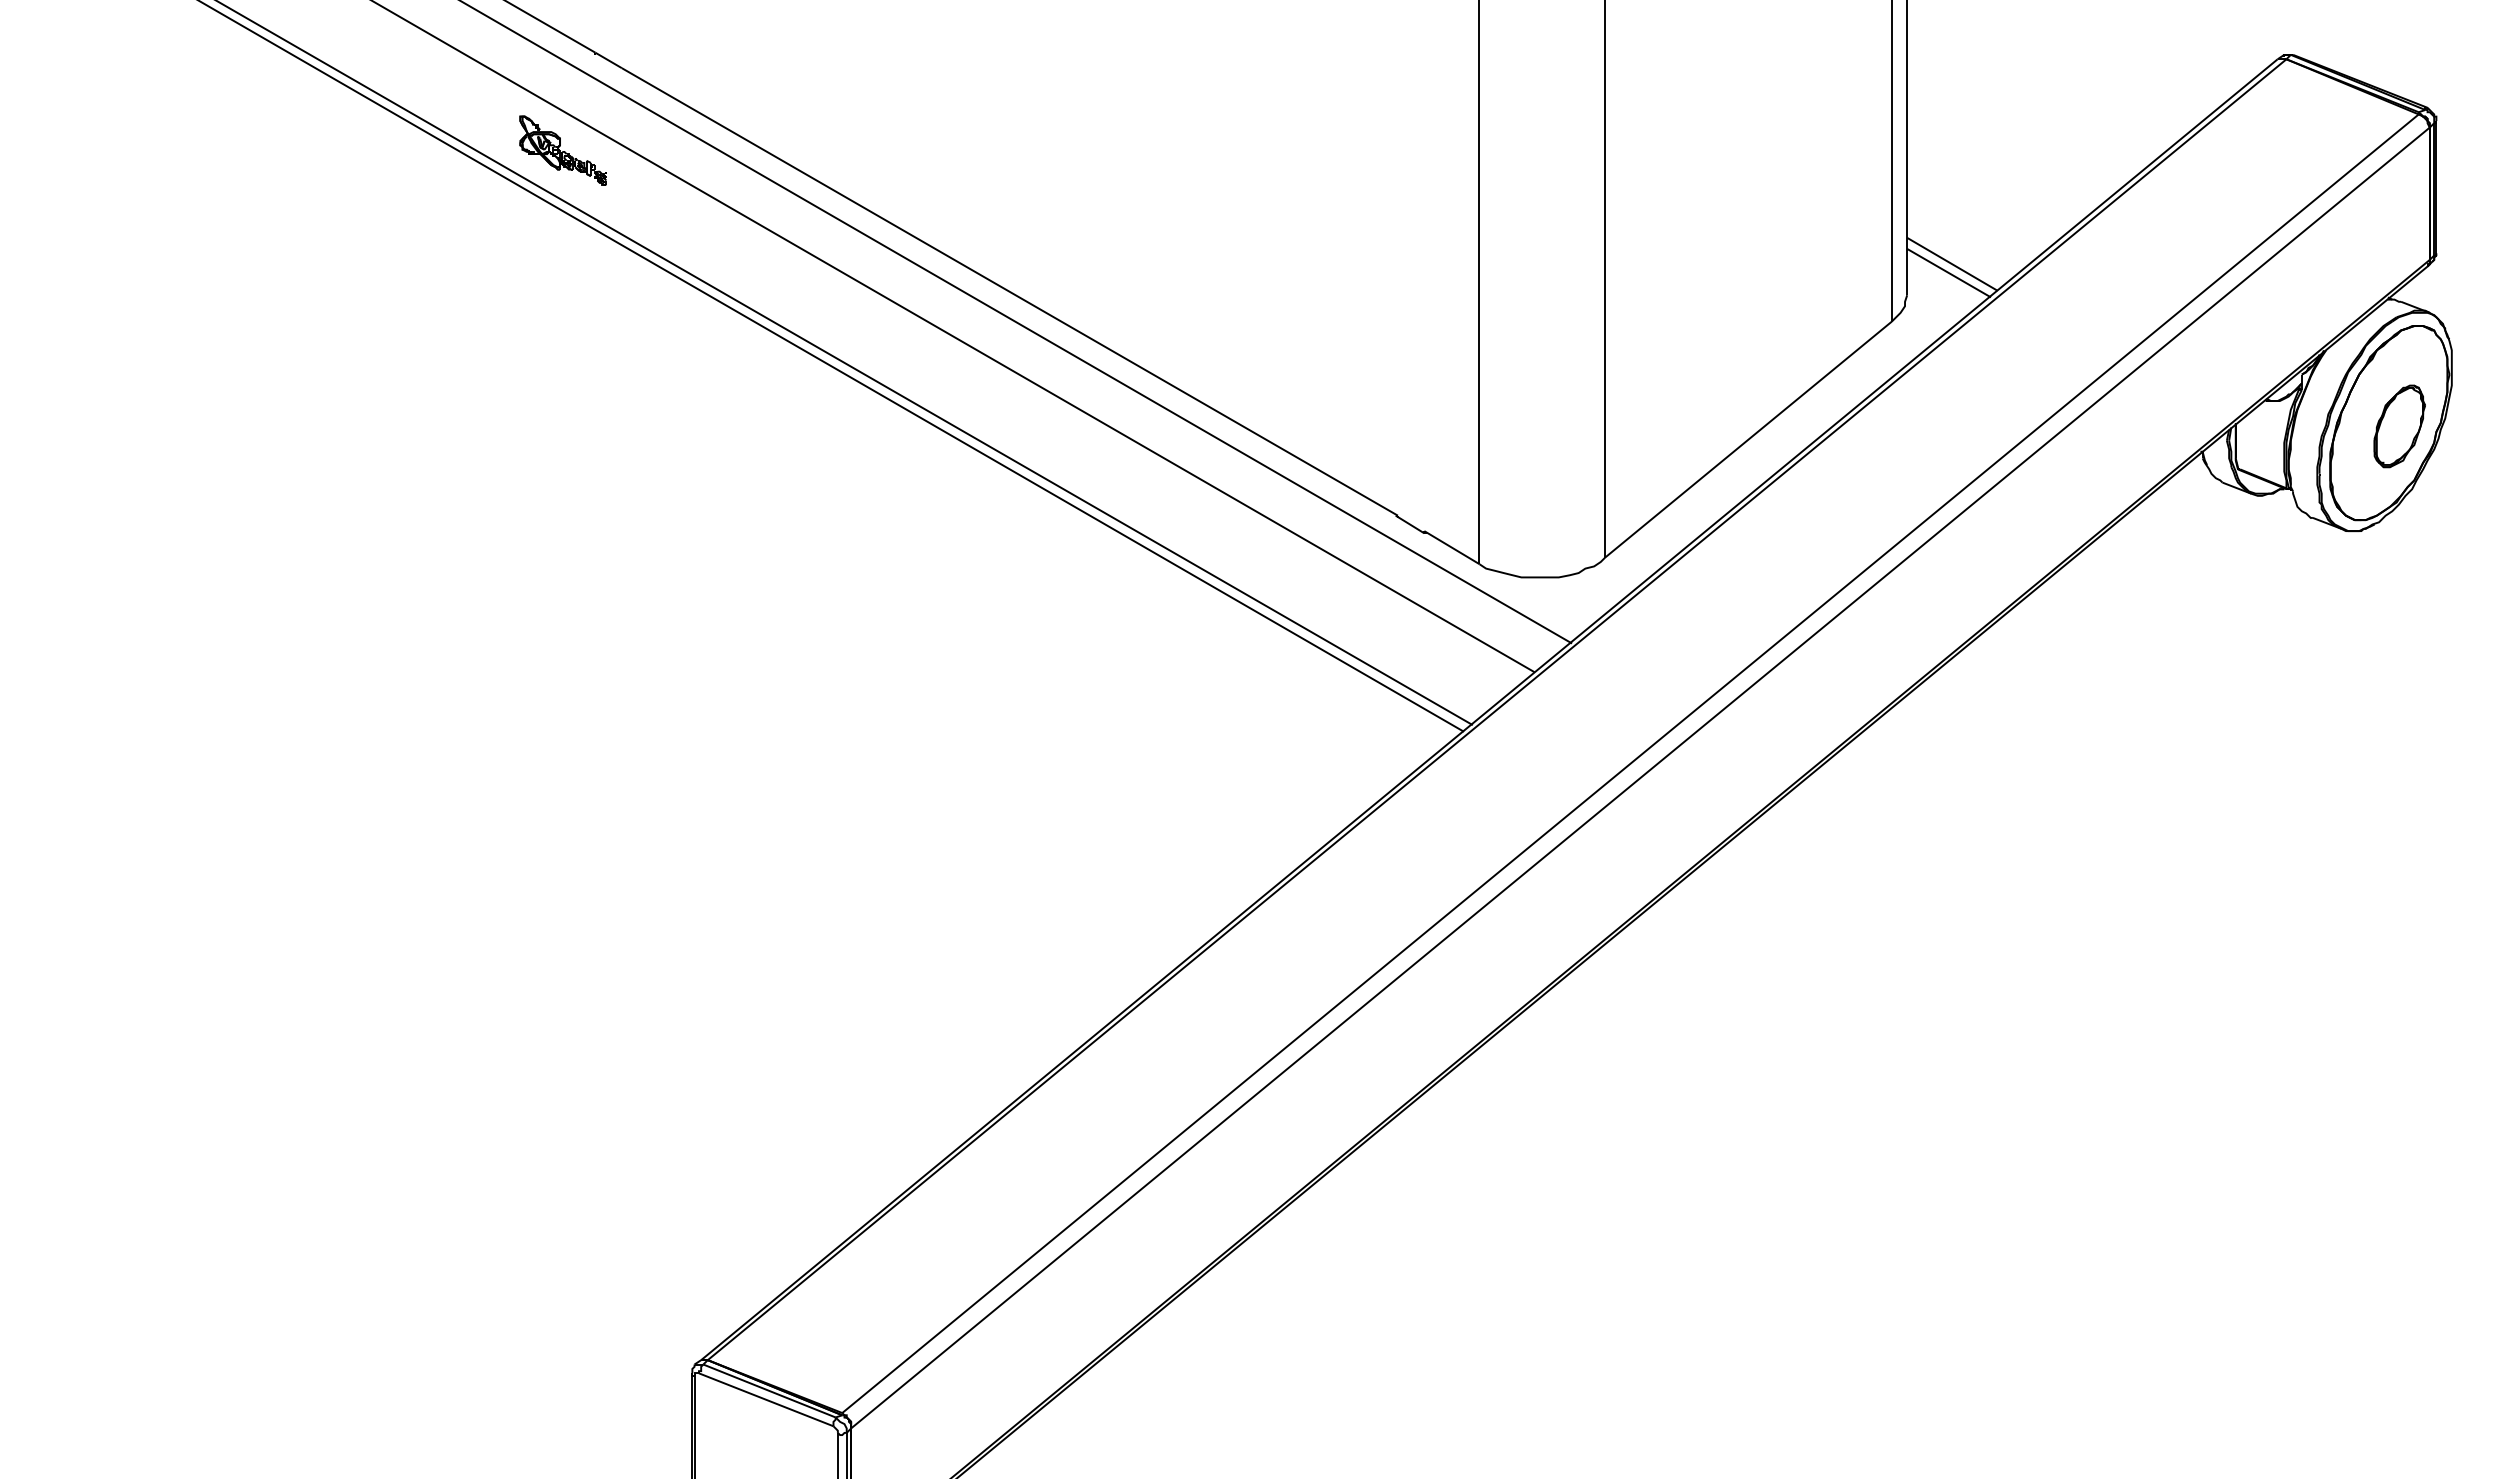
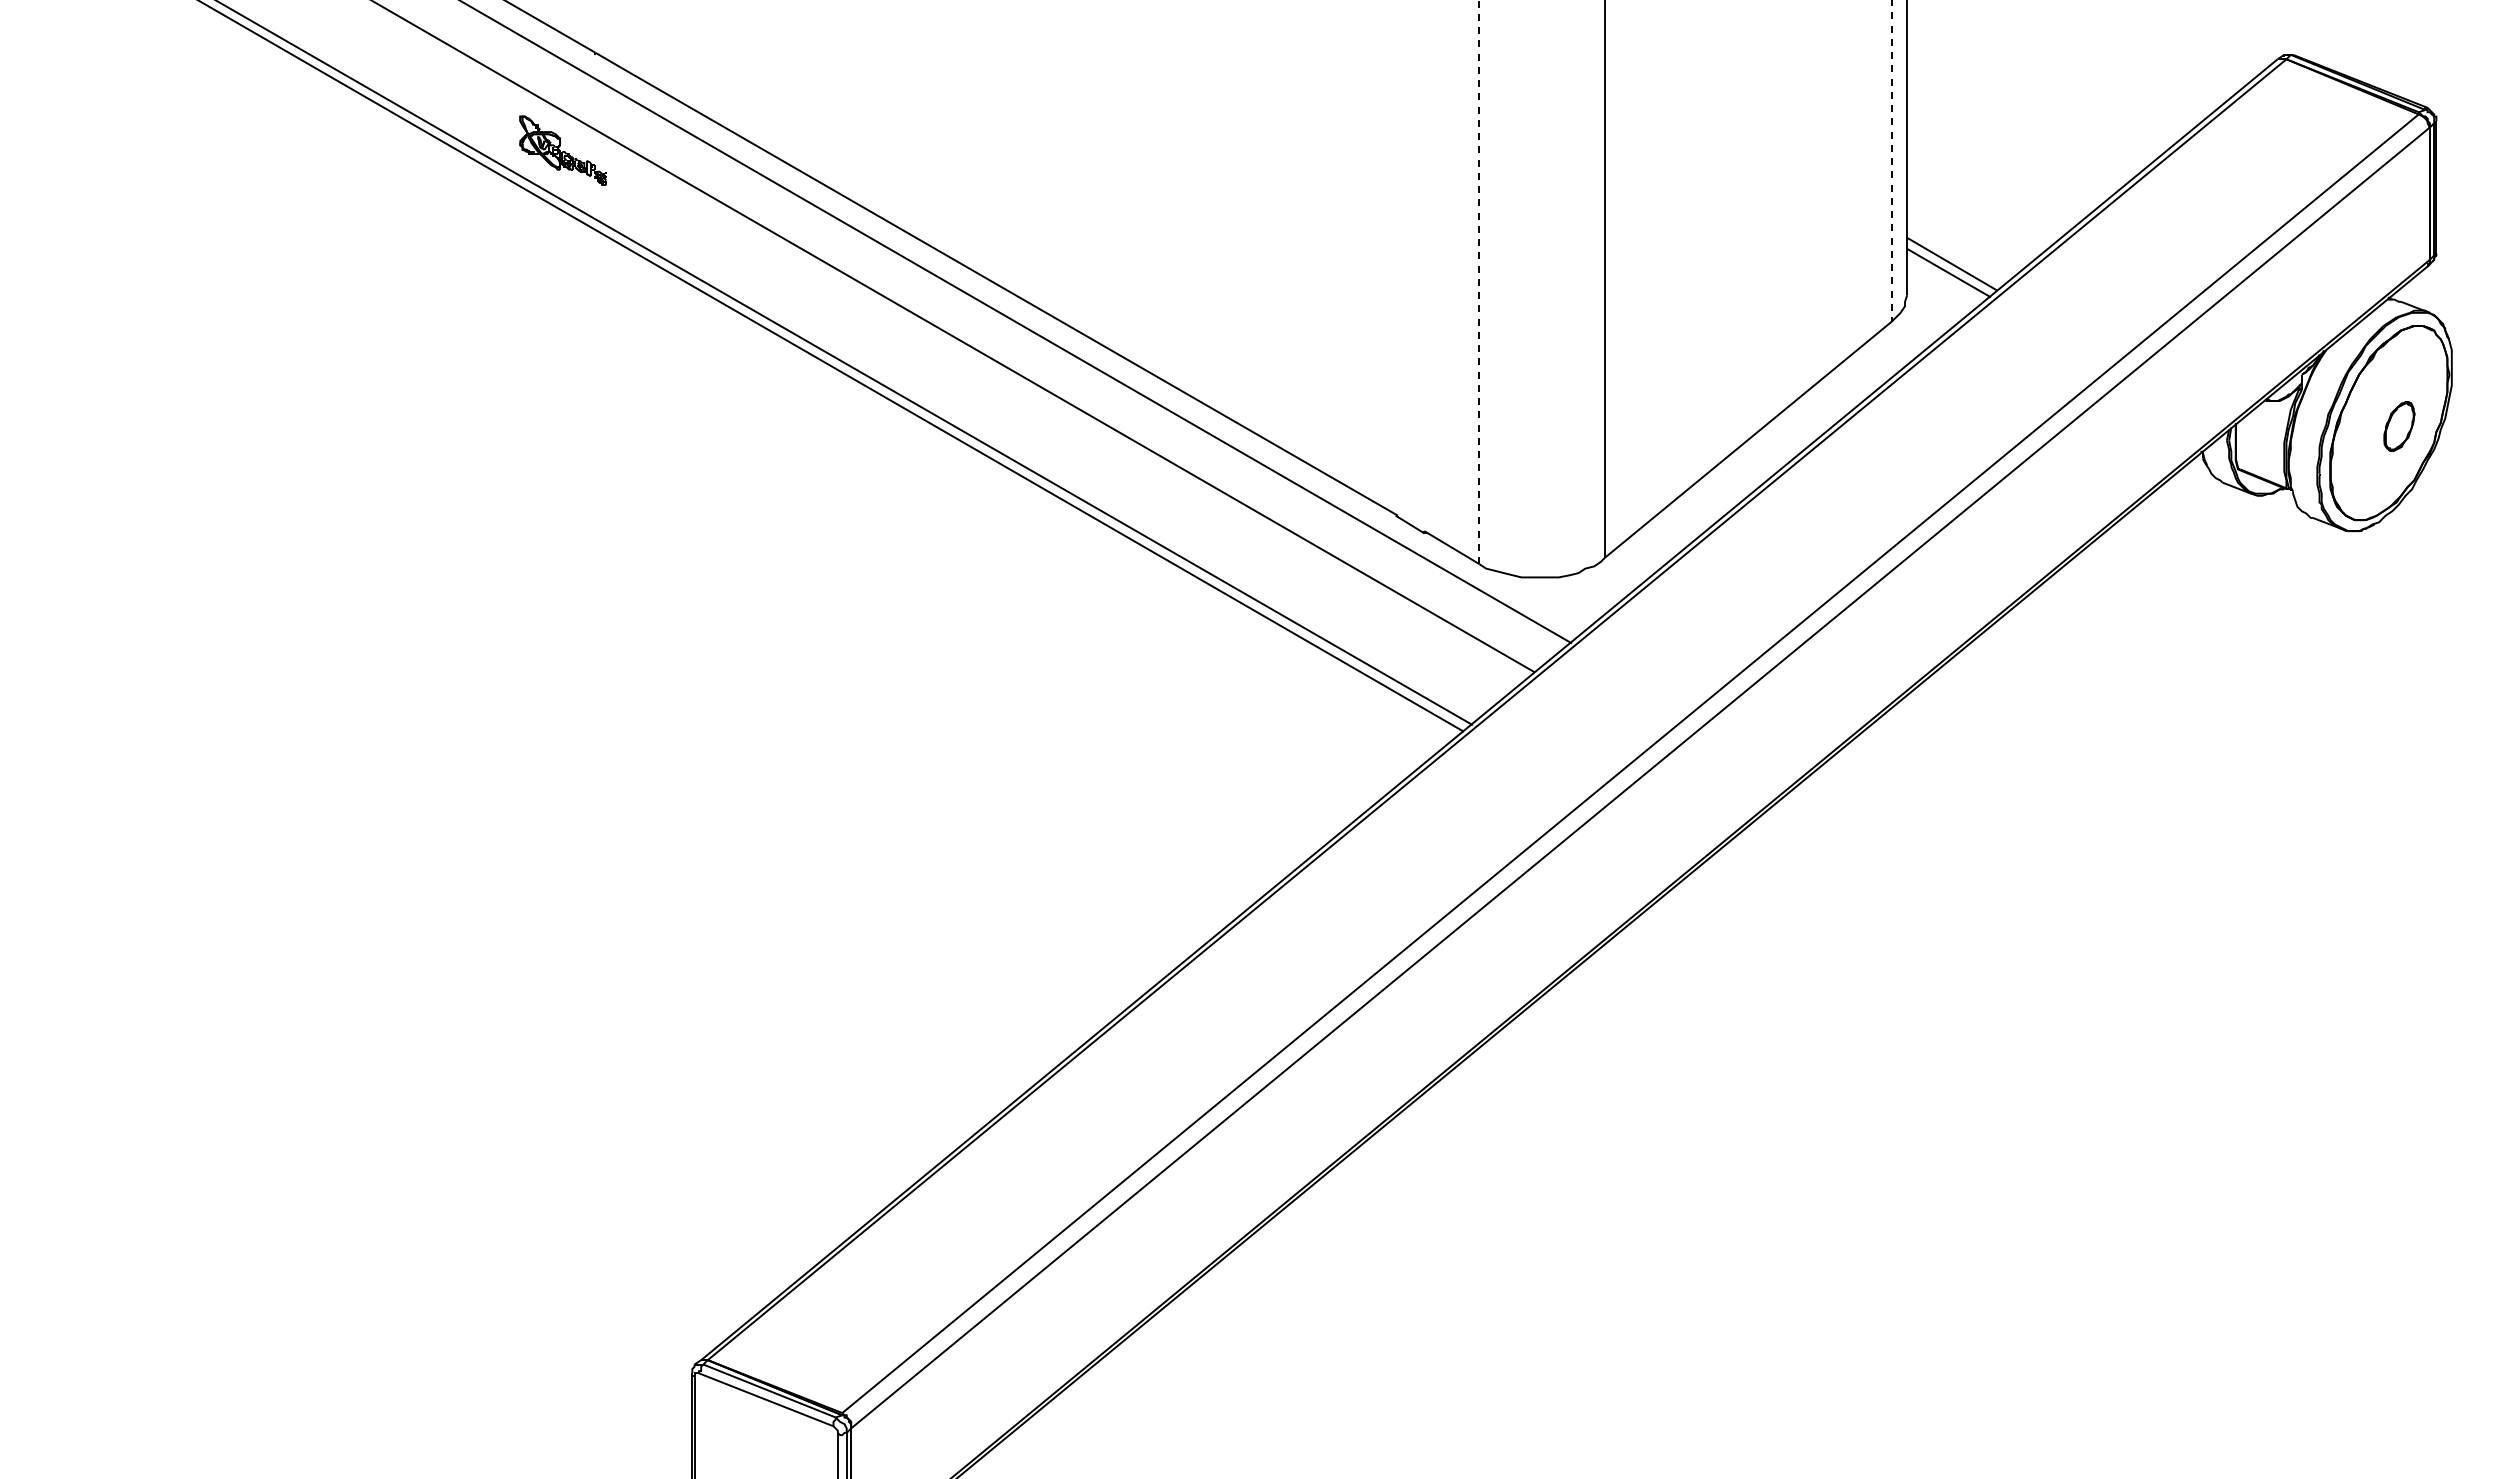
line at (1891, 161): solid -> dashed
line at (1479, 282): solid -> dashed
part at (2399, 426) size: 53x85 px -> 33x51 px
